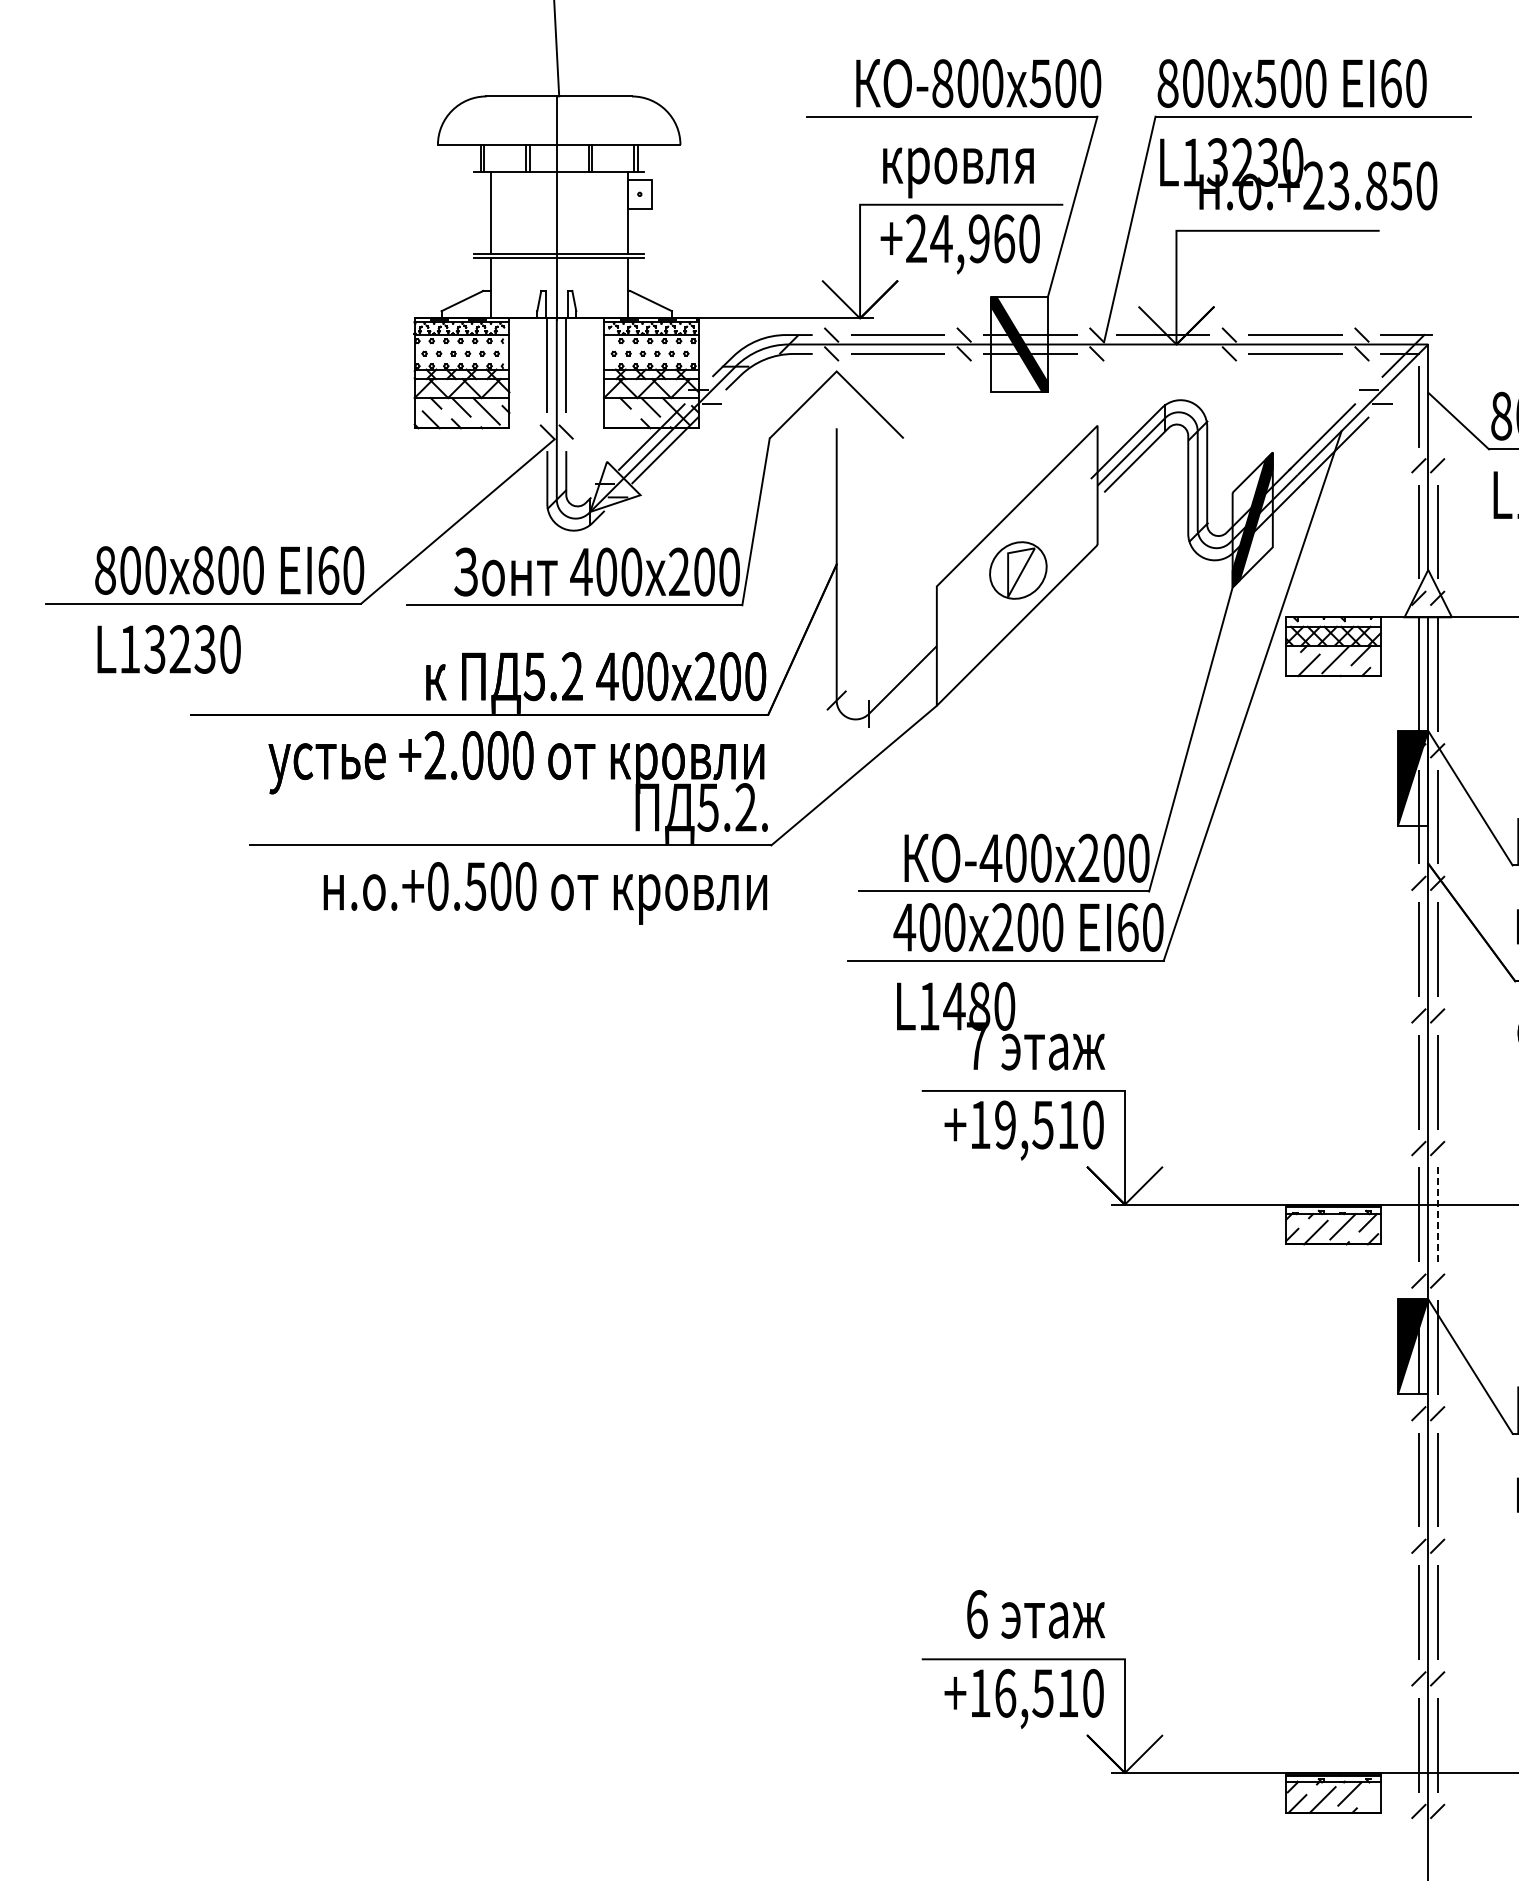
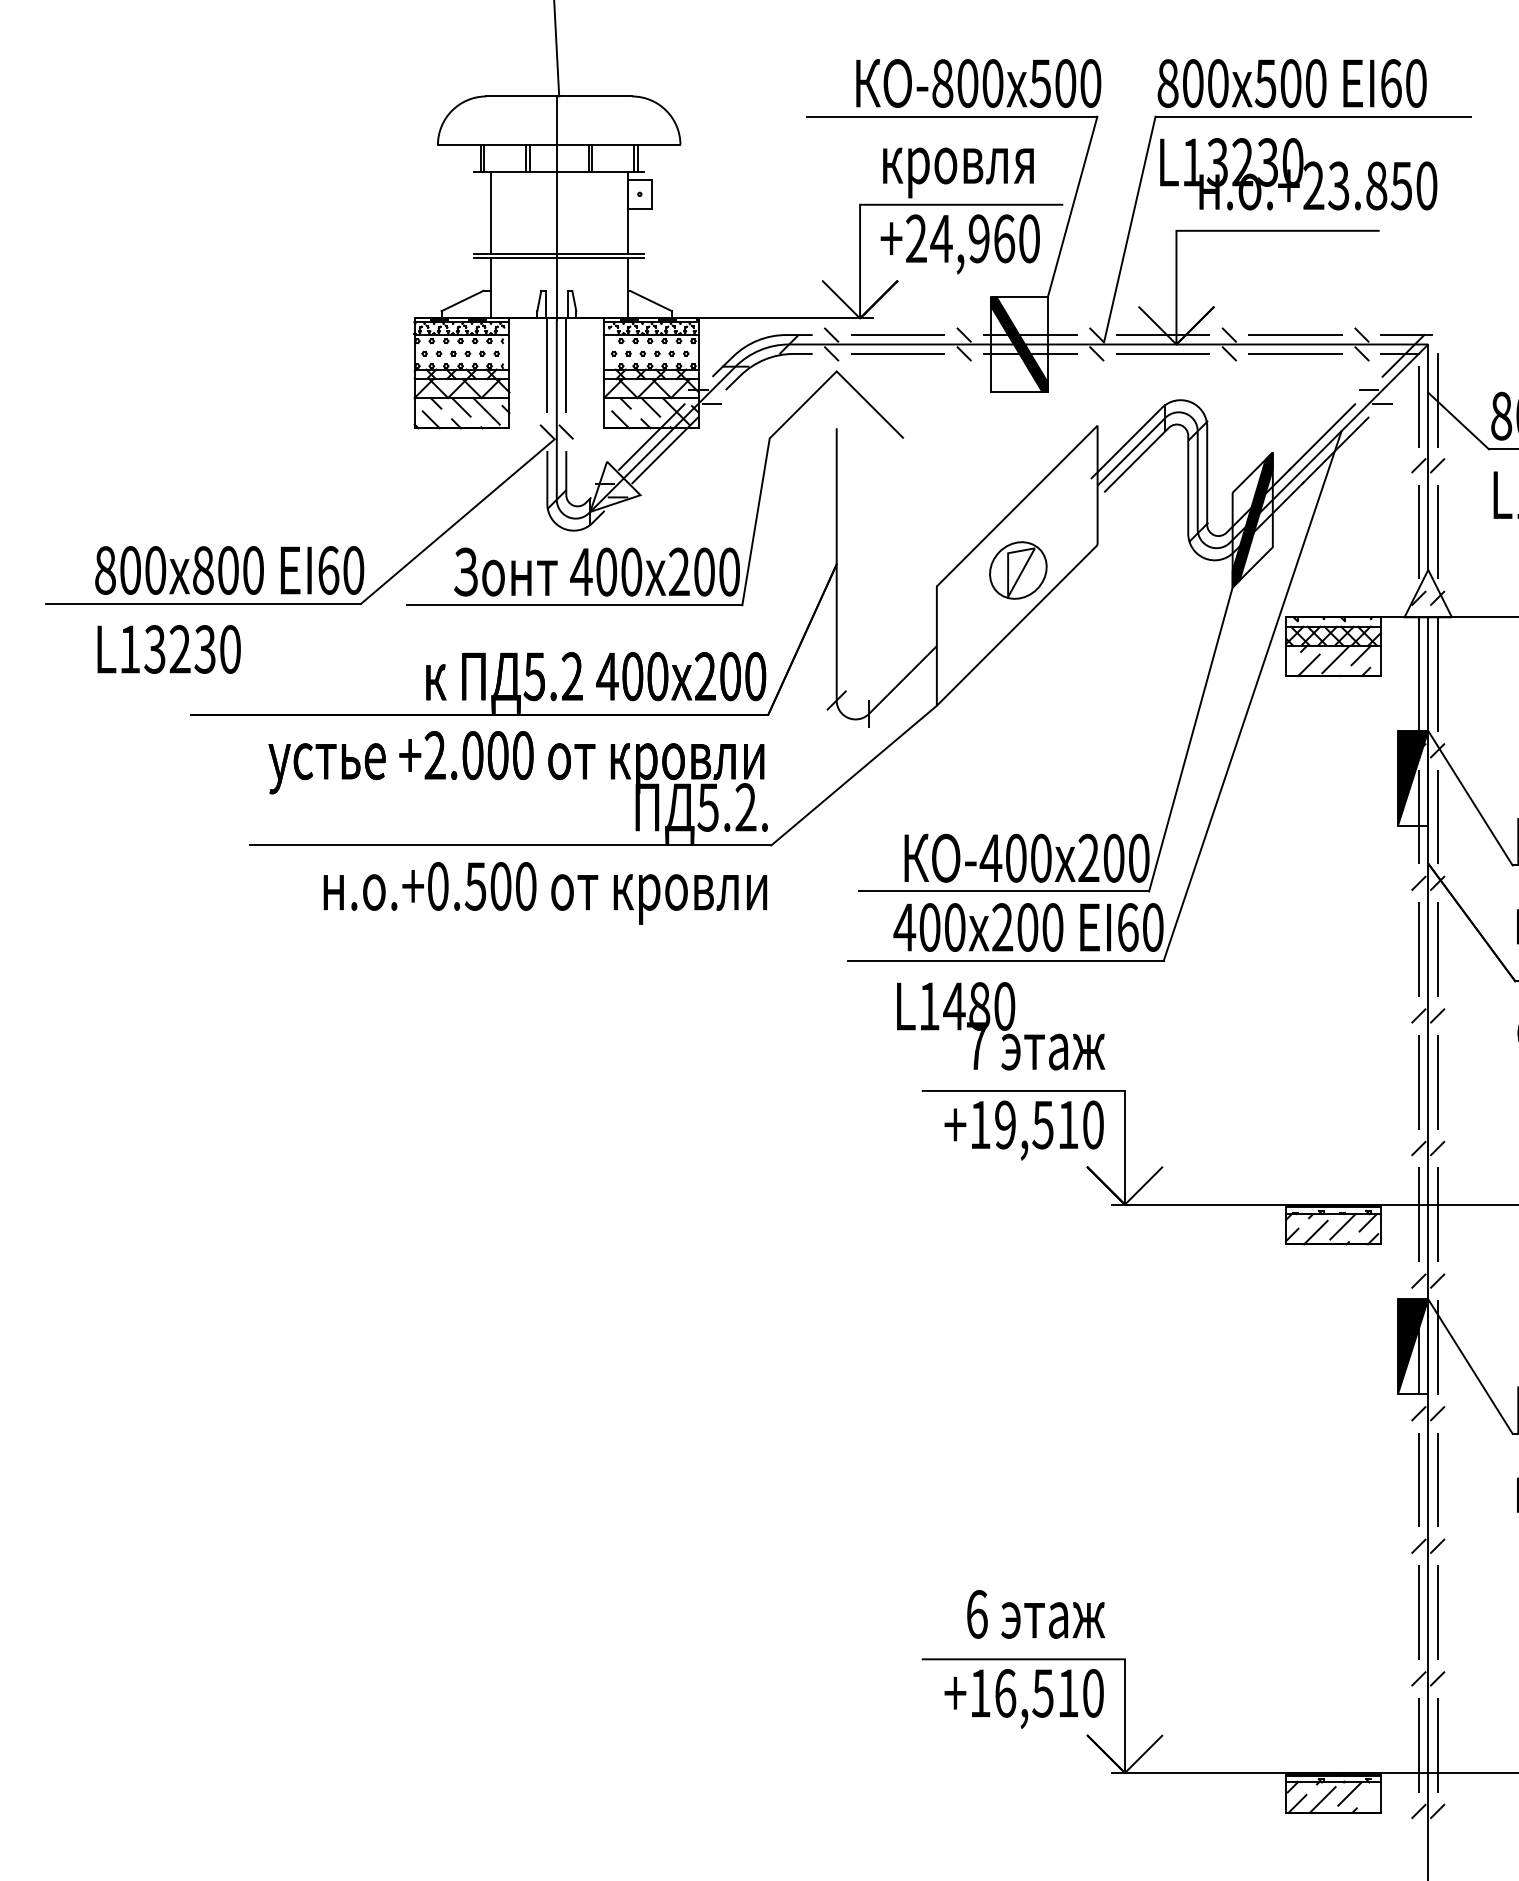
line at (1162, 353): none -> present
line at (1437, 399): none -> present
line at (620, 419): none -> present
line at (1437, 1214): dashed -> solid
